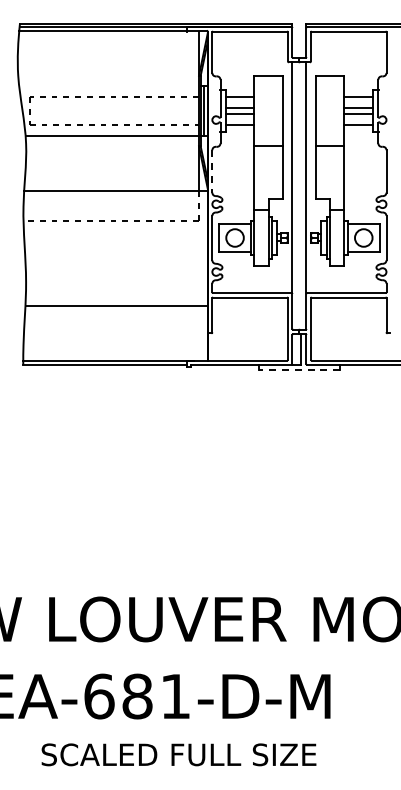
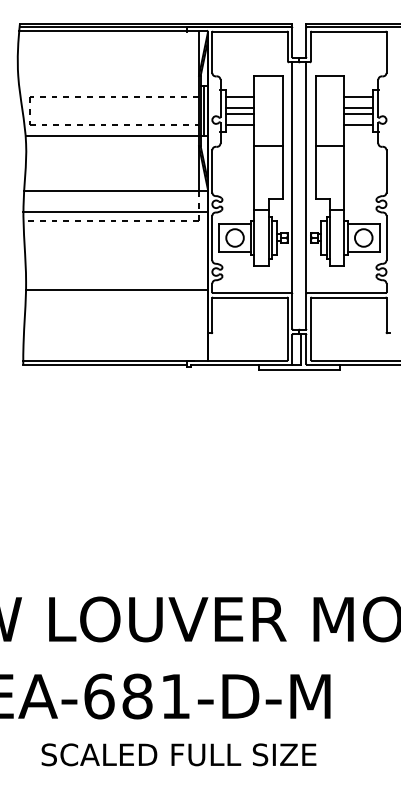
line at (212, 171): dashed -> solid
line at (115, 212): none -> present
line at (116, 305) position: (116, 305) -> (116, 289)
line at (299, 369): dashed -> solid
